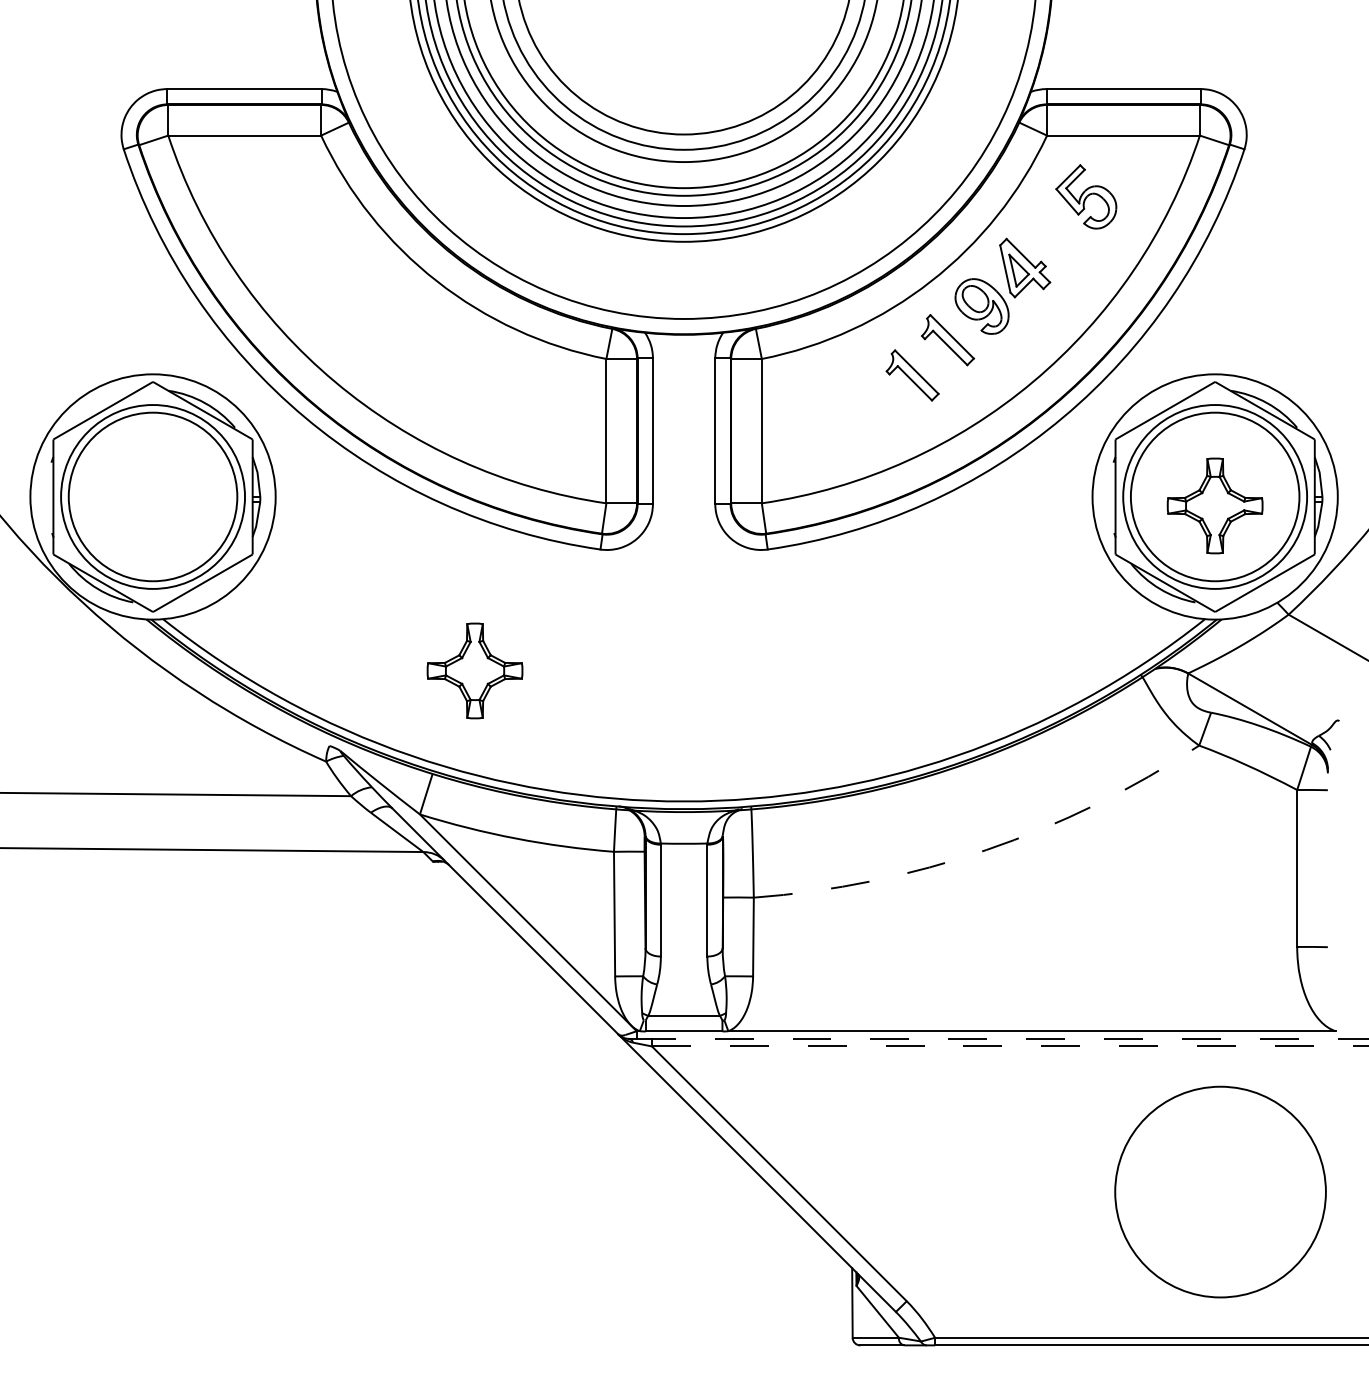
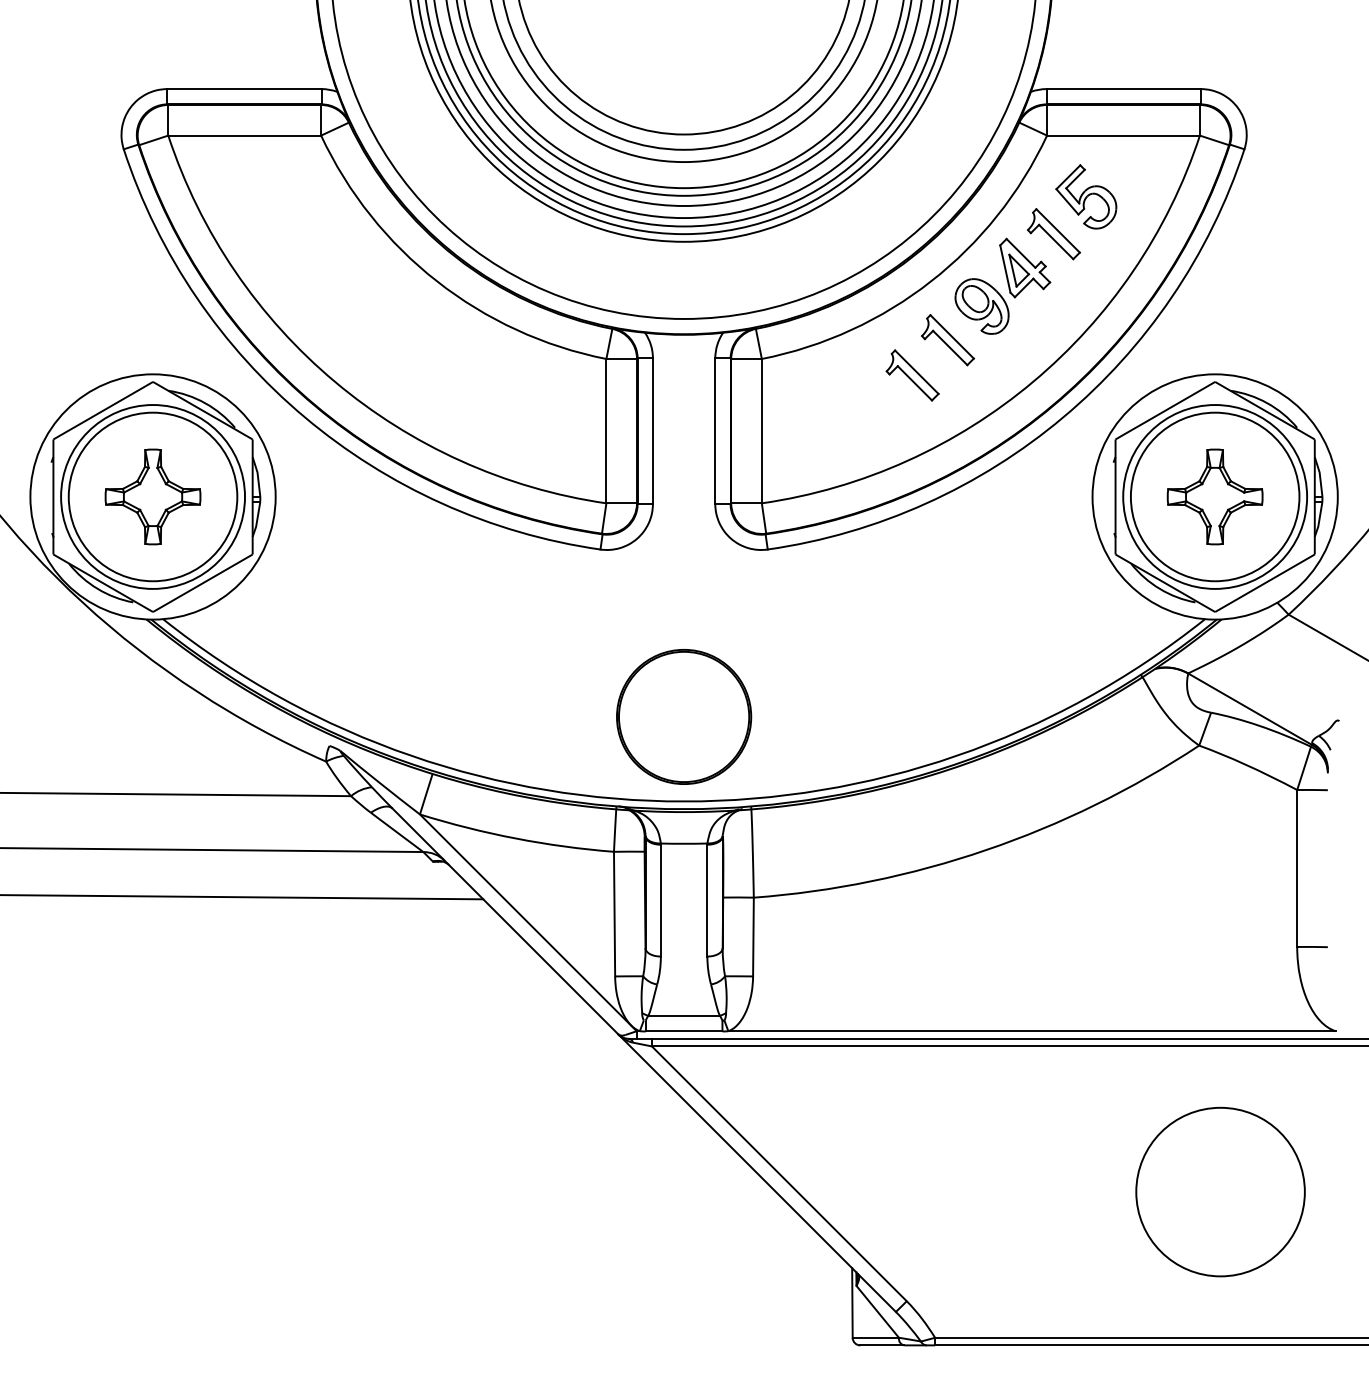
part at (1053, 234): none -> present
part at (1214, 505) position: (1214, 505) -> (1214, 496)
part at (474, 670) position: (474, 670) -> (152, 496)
part at (684, 716): none -> present
arc at (986, 850): dashed -> solid
line at (242, 897): none -> present
line at (1002, 1038): dashed -> solid
line at (1010, 1046): dashed -> solid
circle at (1220, 1191) diameter: 211 px -> 169 px
